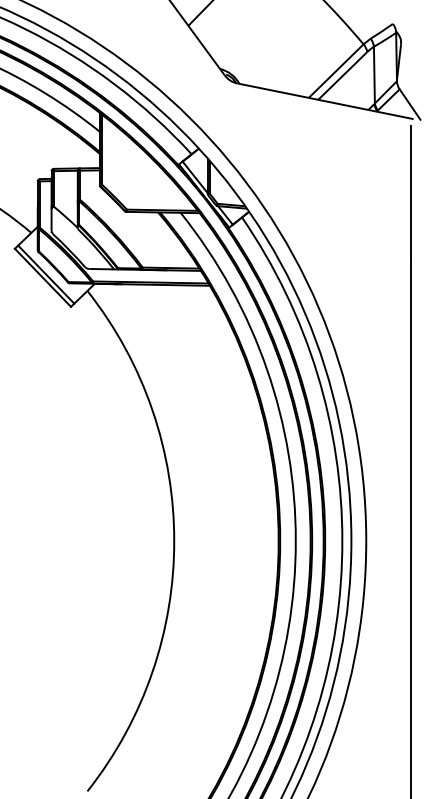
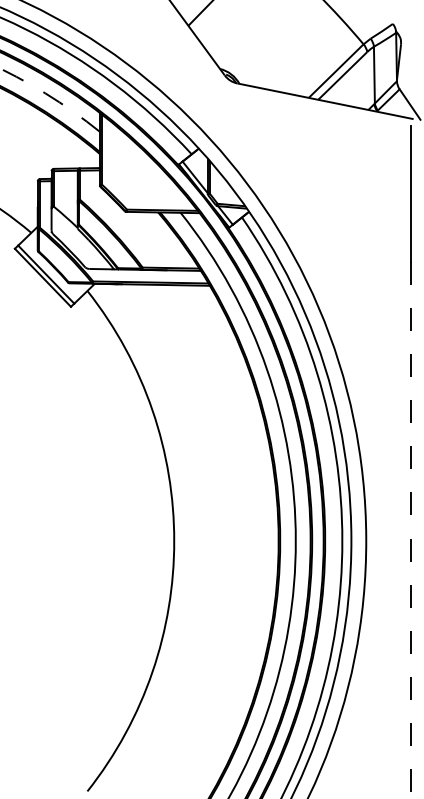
arc at (51, 97): solid -> dashed
line at (411, 530): solid -> dashed
